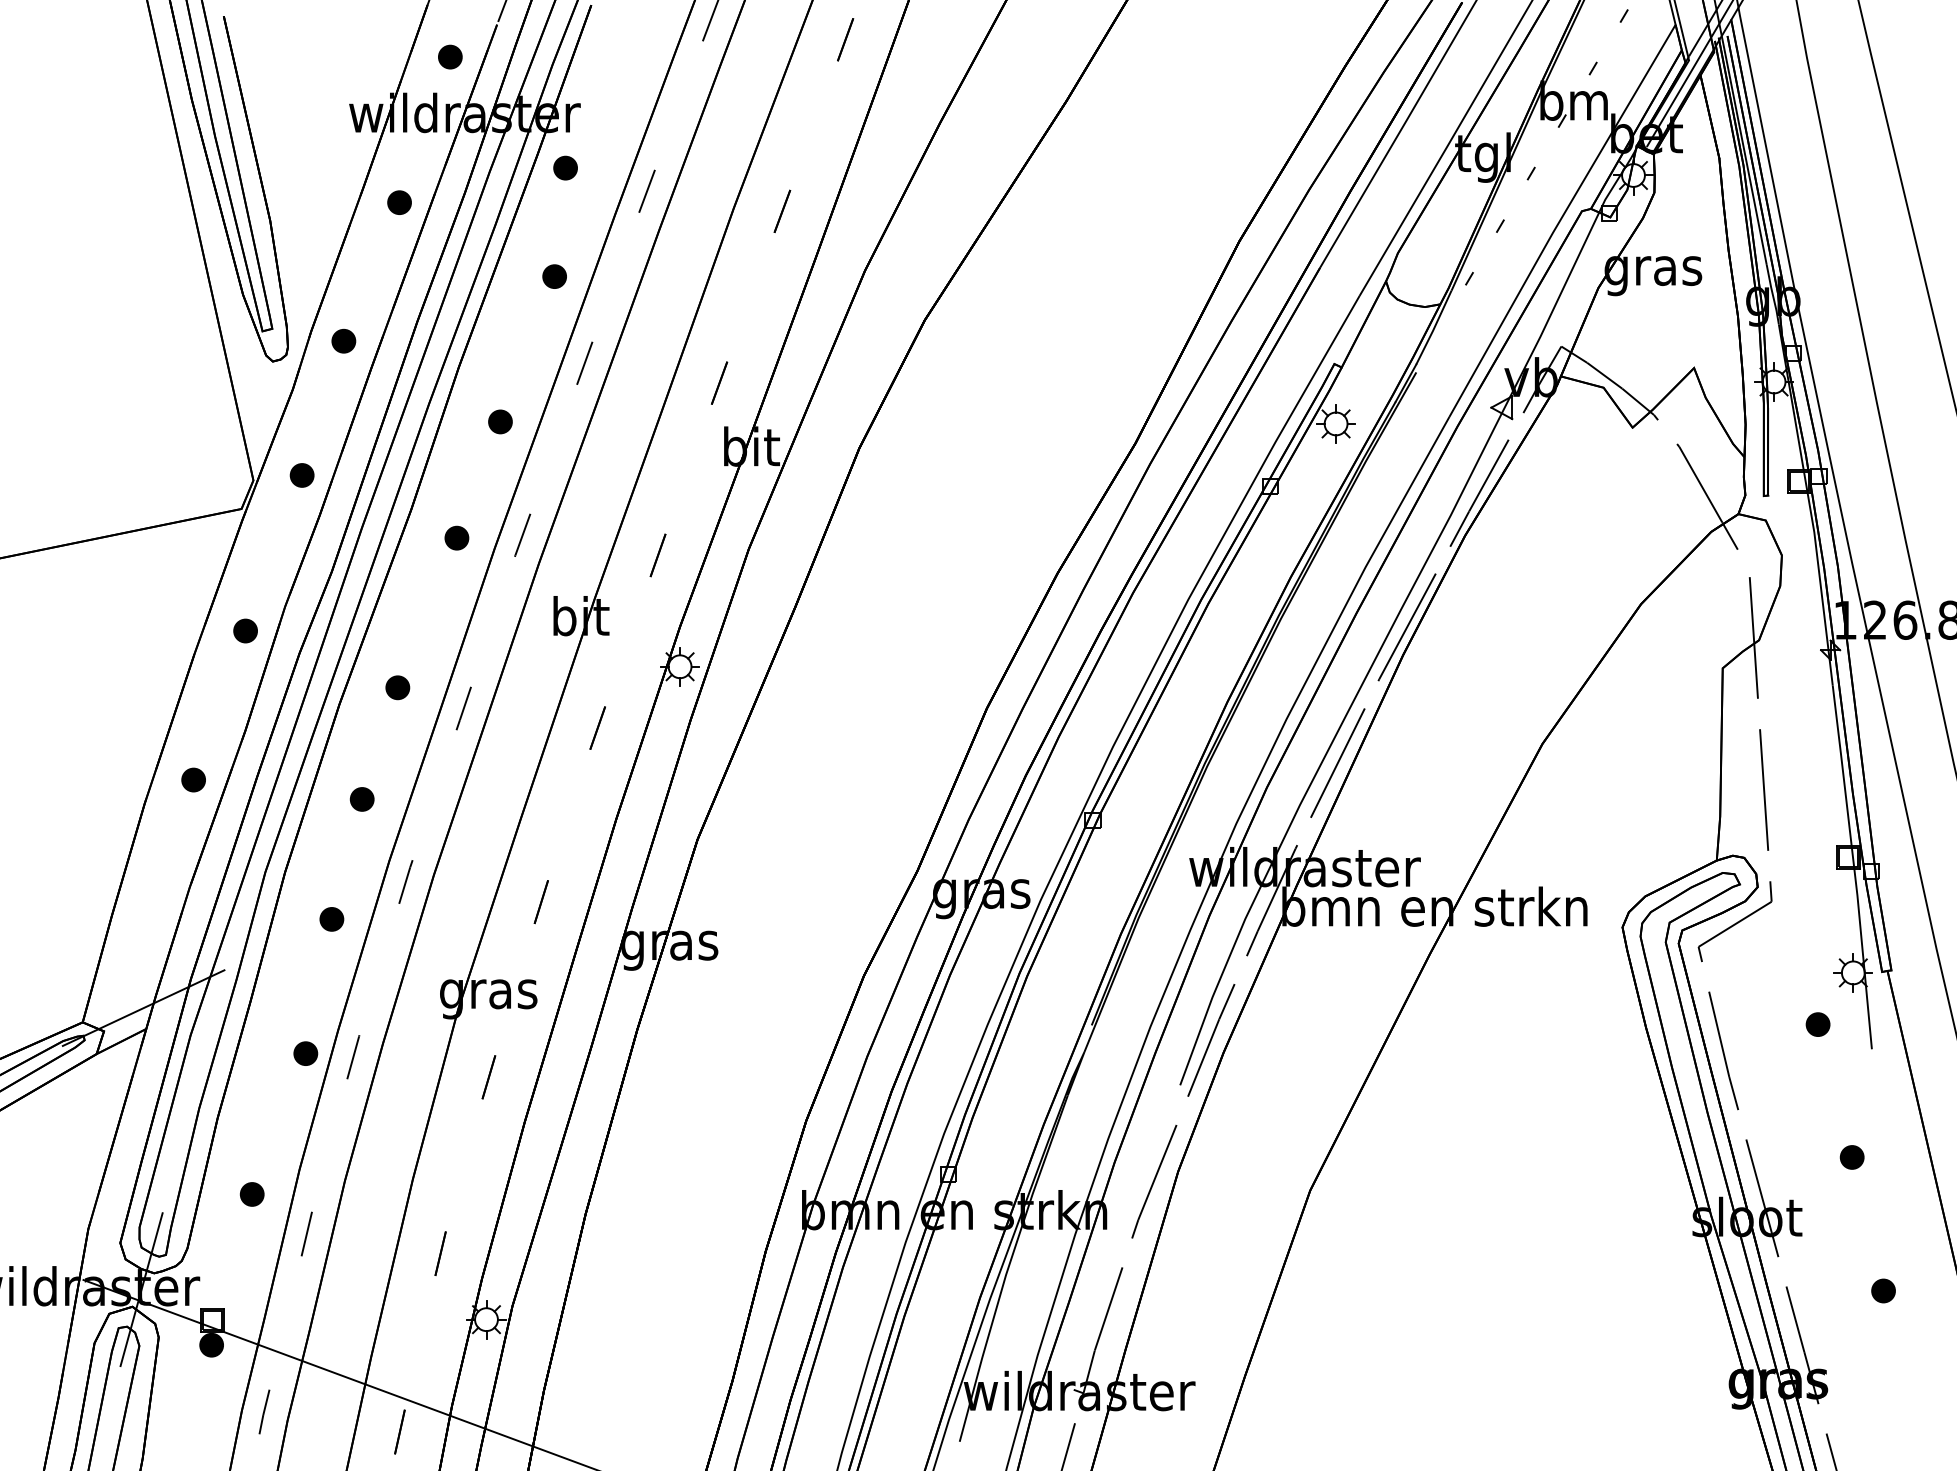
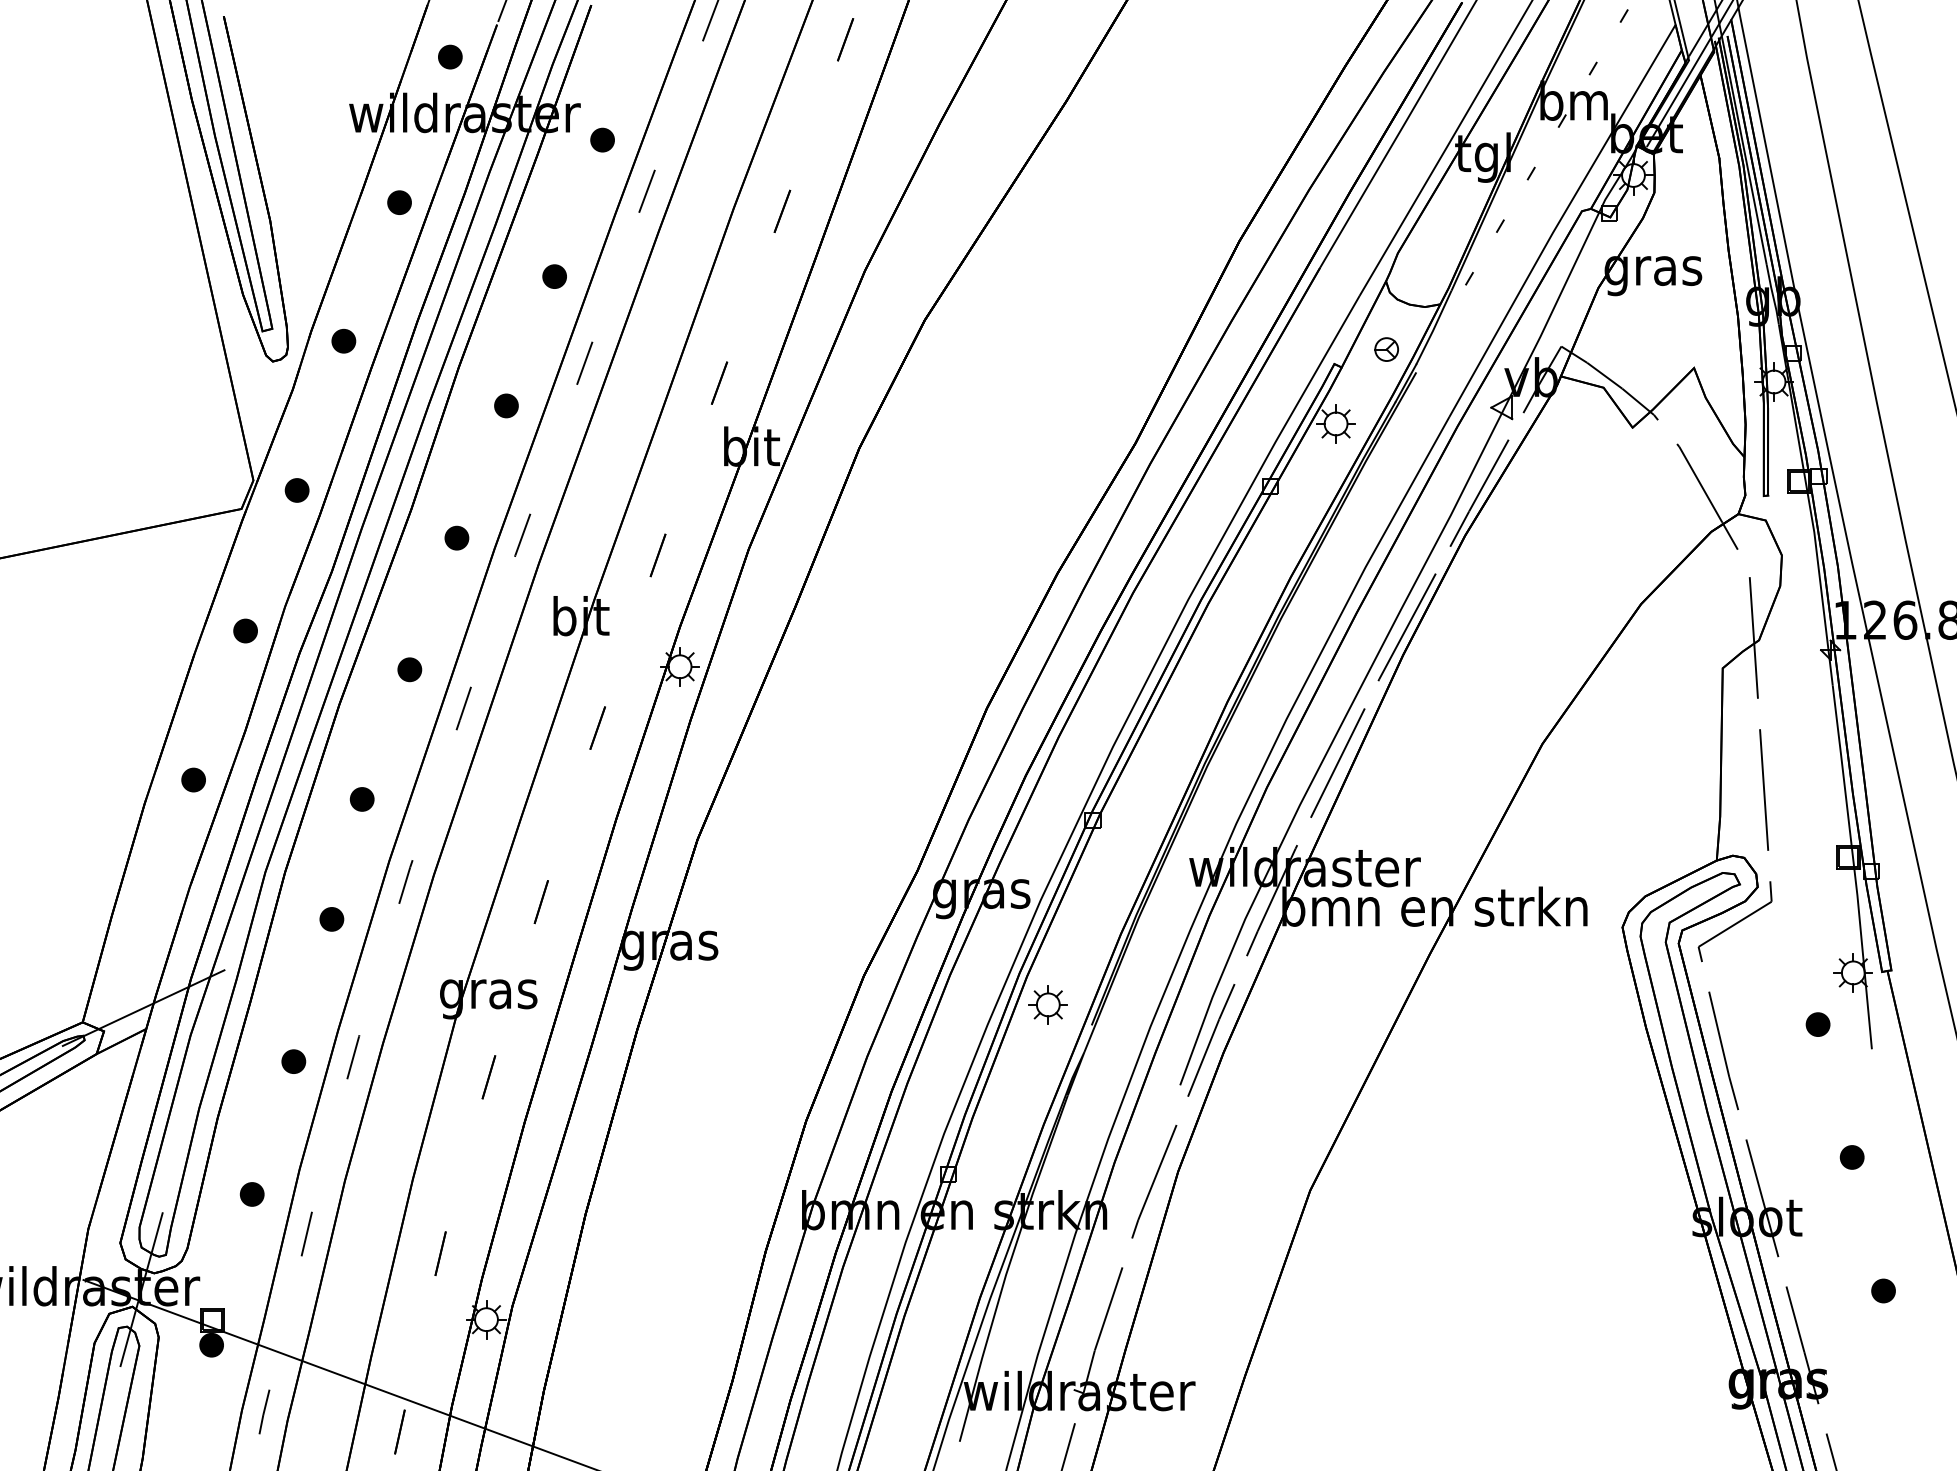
part at (565, 167) position: (565, 167) -> (602, 139)
part at (1386, 349): none -> present
part at (500, 421) position: (500, 421) -> (506, 405)
part at (301, 475) position: (301, 475) -> (296, 490)
part at (397, 687) position: (397, 687) -> (409, 669)
part at (1047, 1004): none -> present
part at (305, 1053) position: (305, 1053) -> (293, 1061)
